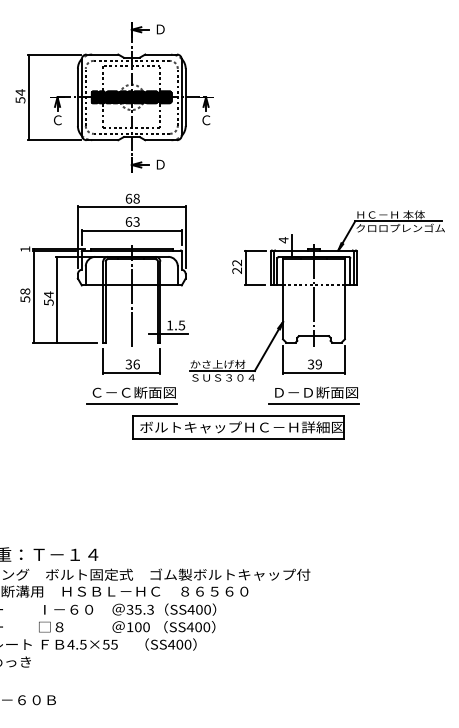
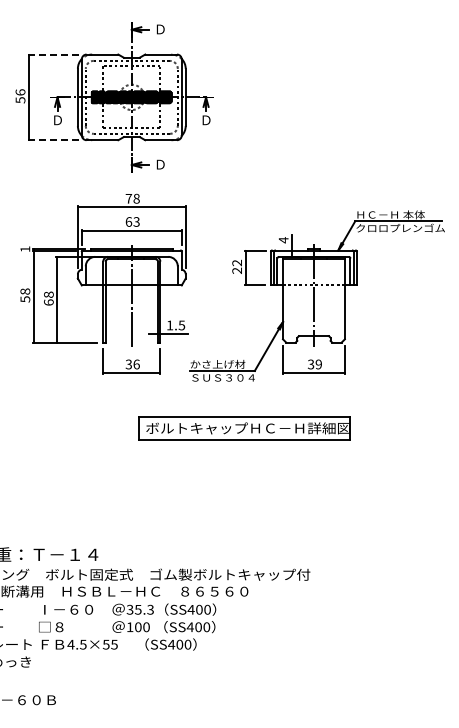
line at (54, 54): solid -> dashed
text at (20, 92): 54 -> 56
text at (57, 120): Ｃ -> Ｄ
text at (206, 120): Ｃ -> Ｄ
line at (54, 140): solid -> dashed
text at (128, 198): 68 -> 78
text at (48, 298): 54 -> 68
part at (131, 395): present -> none
part at (313, 395): present -> none
part at (238, 427) position: (238, 427) -> (244, 428)
